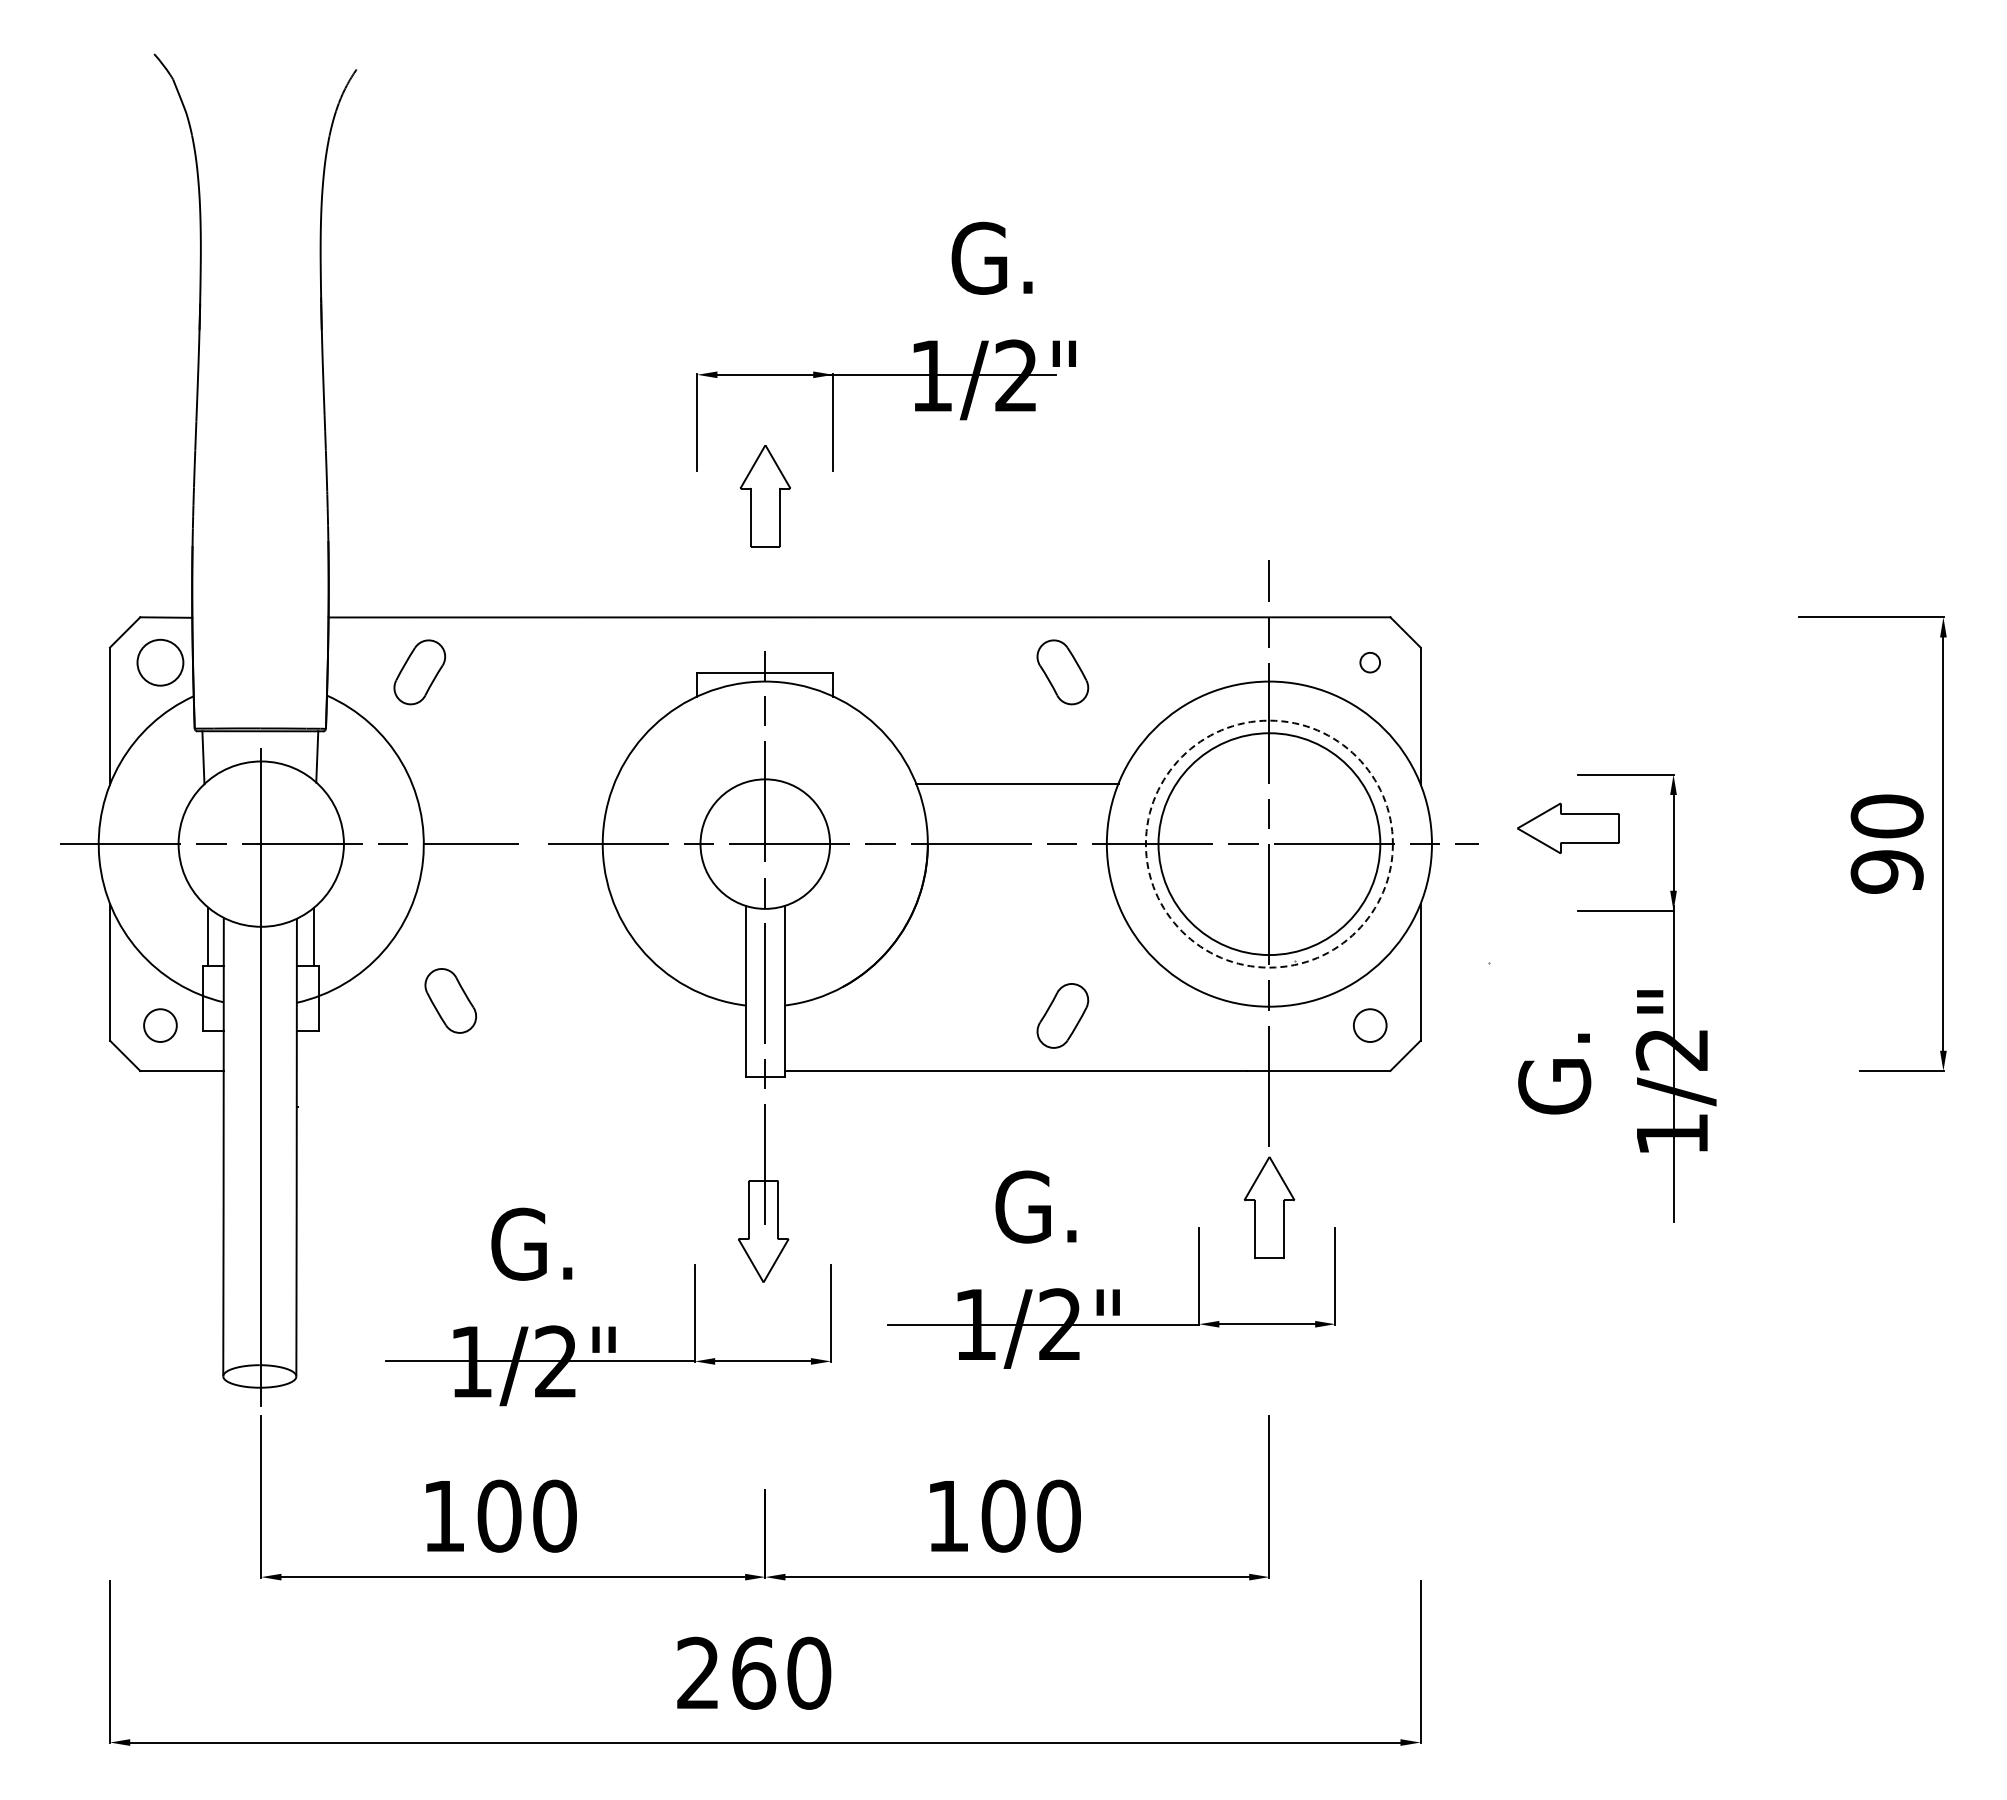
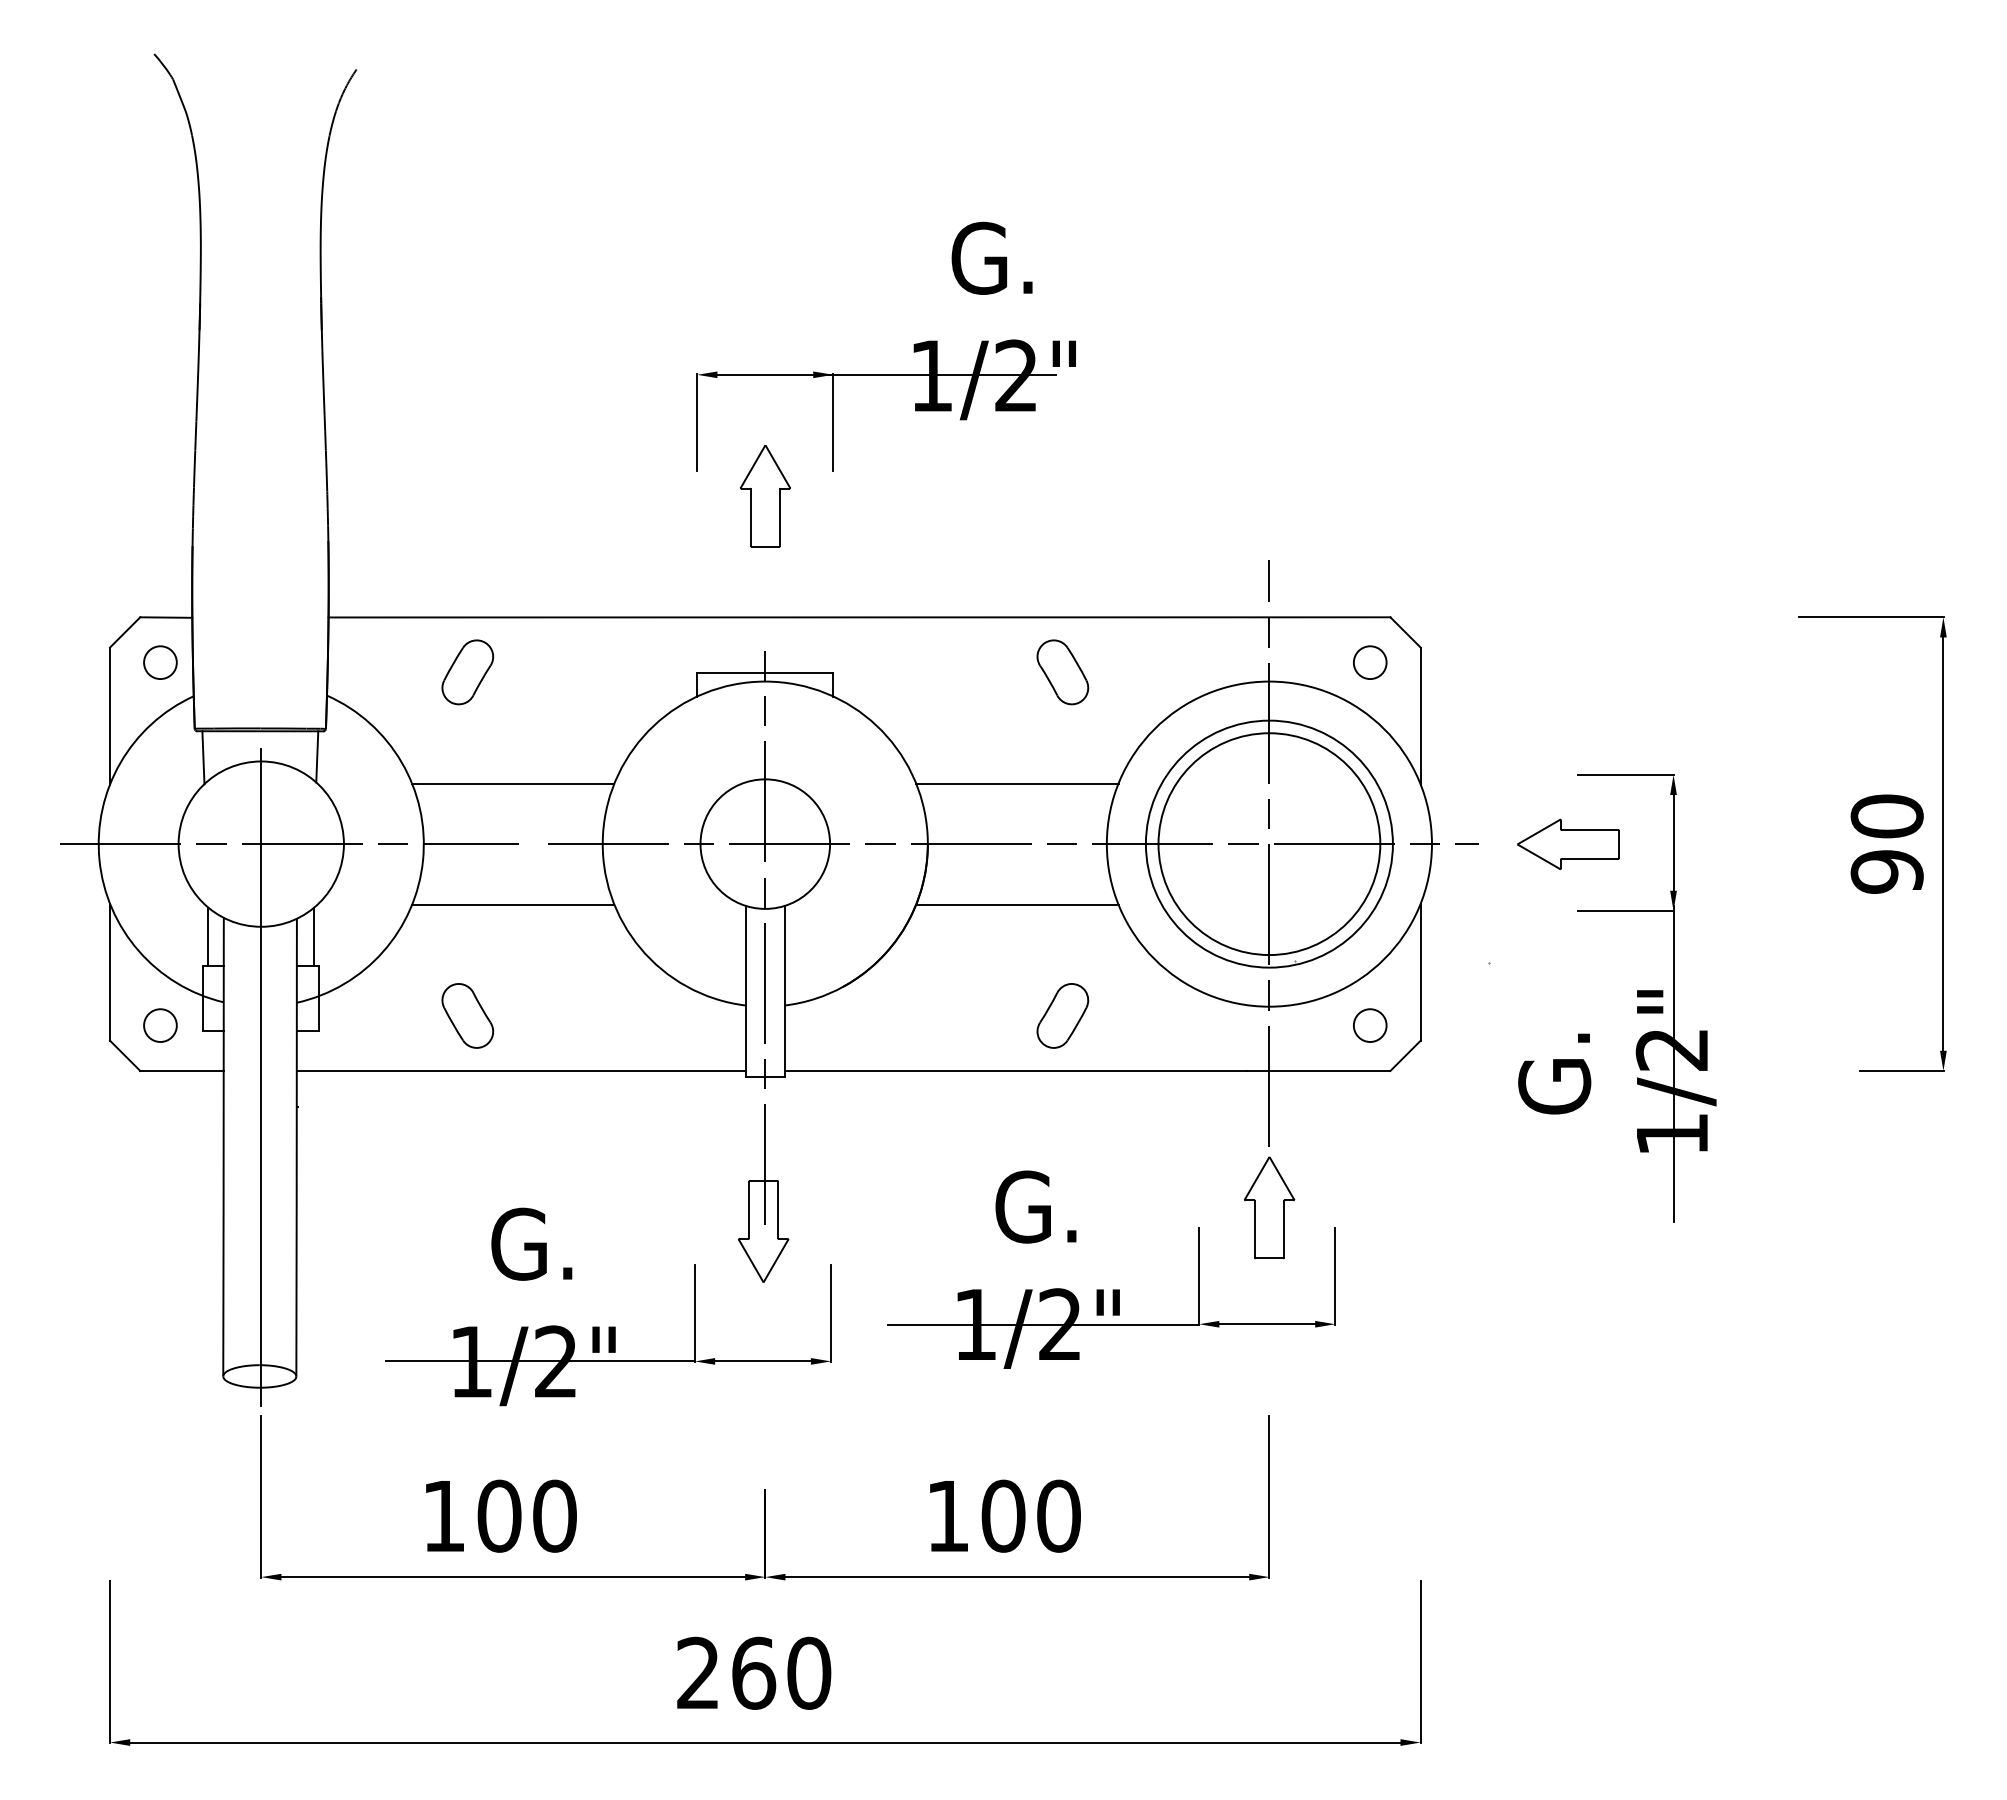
circle at (160, 662) size: 49x49 px -> 35x35 px
circle at (1370, 662) diameter: 20 px -> 33 px
part at (419, 672) position: (419, 672) -> (467, 672)
line at (513, 783): none -> present
part at (1568, 827) position: (1568, 827) -> (1568, 843)
circle at (1268, 843): dashed -> solid
line at (513, 904): none -> present
line at (1017, 904): none -> present
part at (450, 1000) position: (450, 1000) -> (467, 1015)
line at (521, 1070): none -> present
